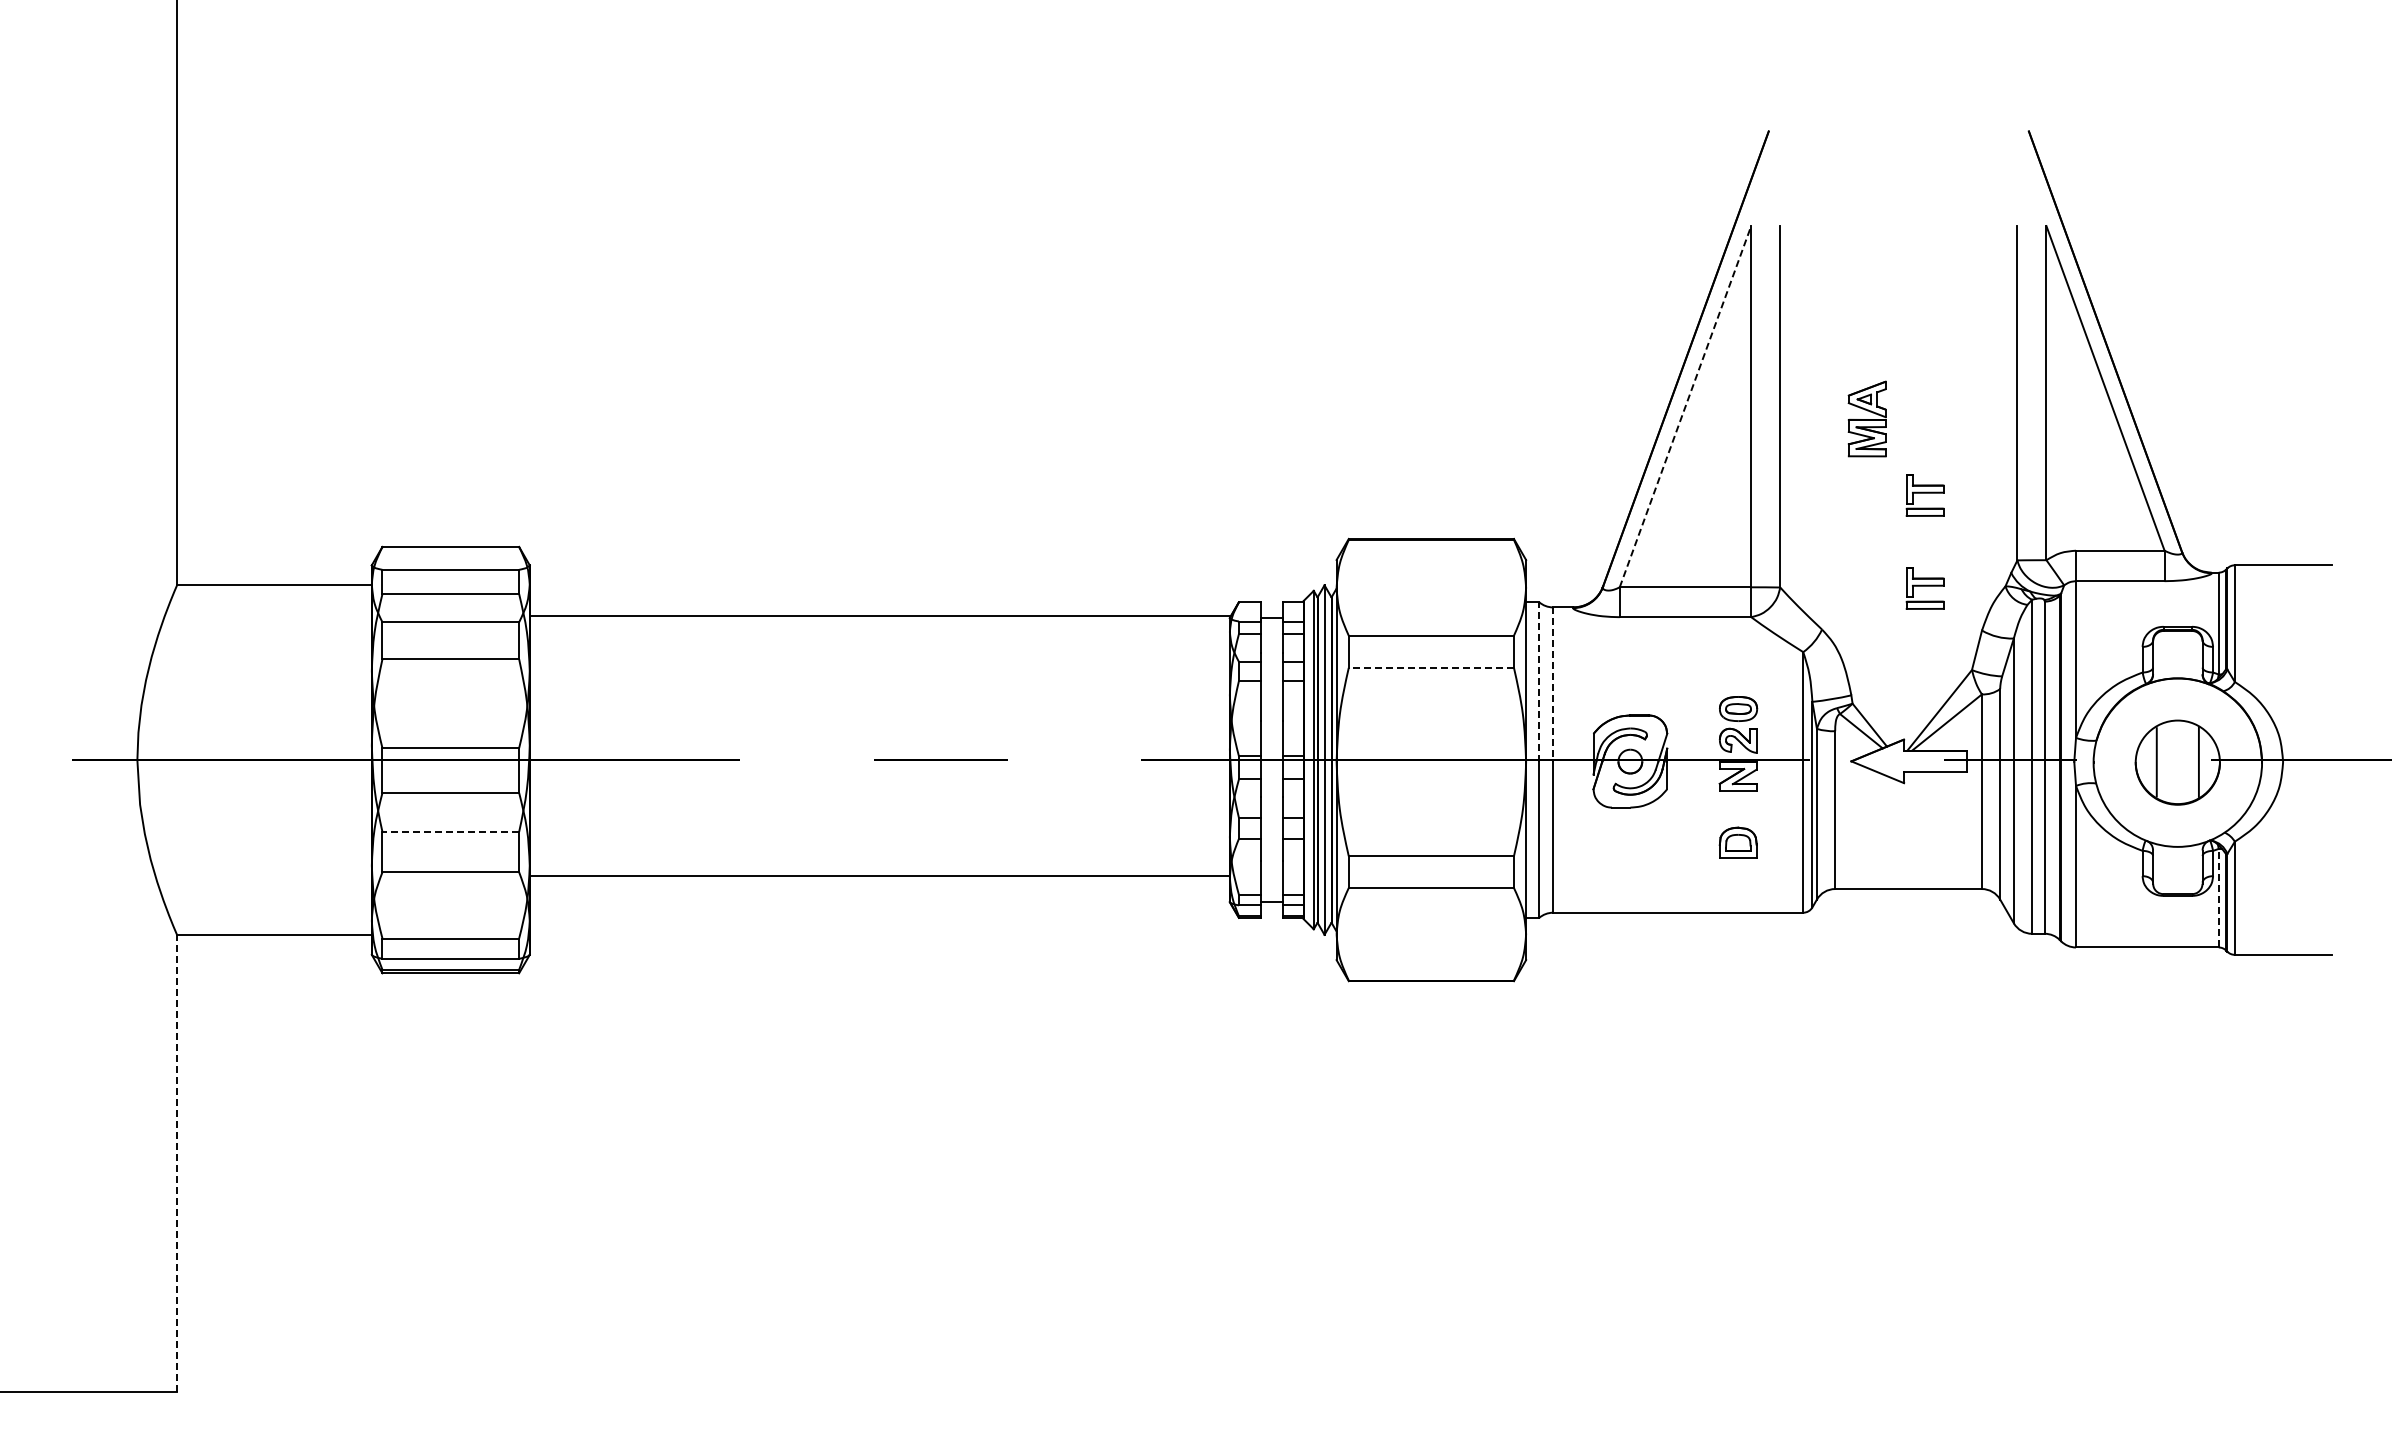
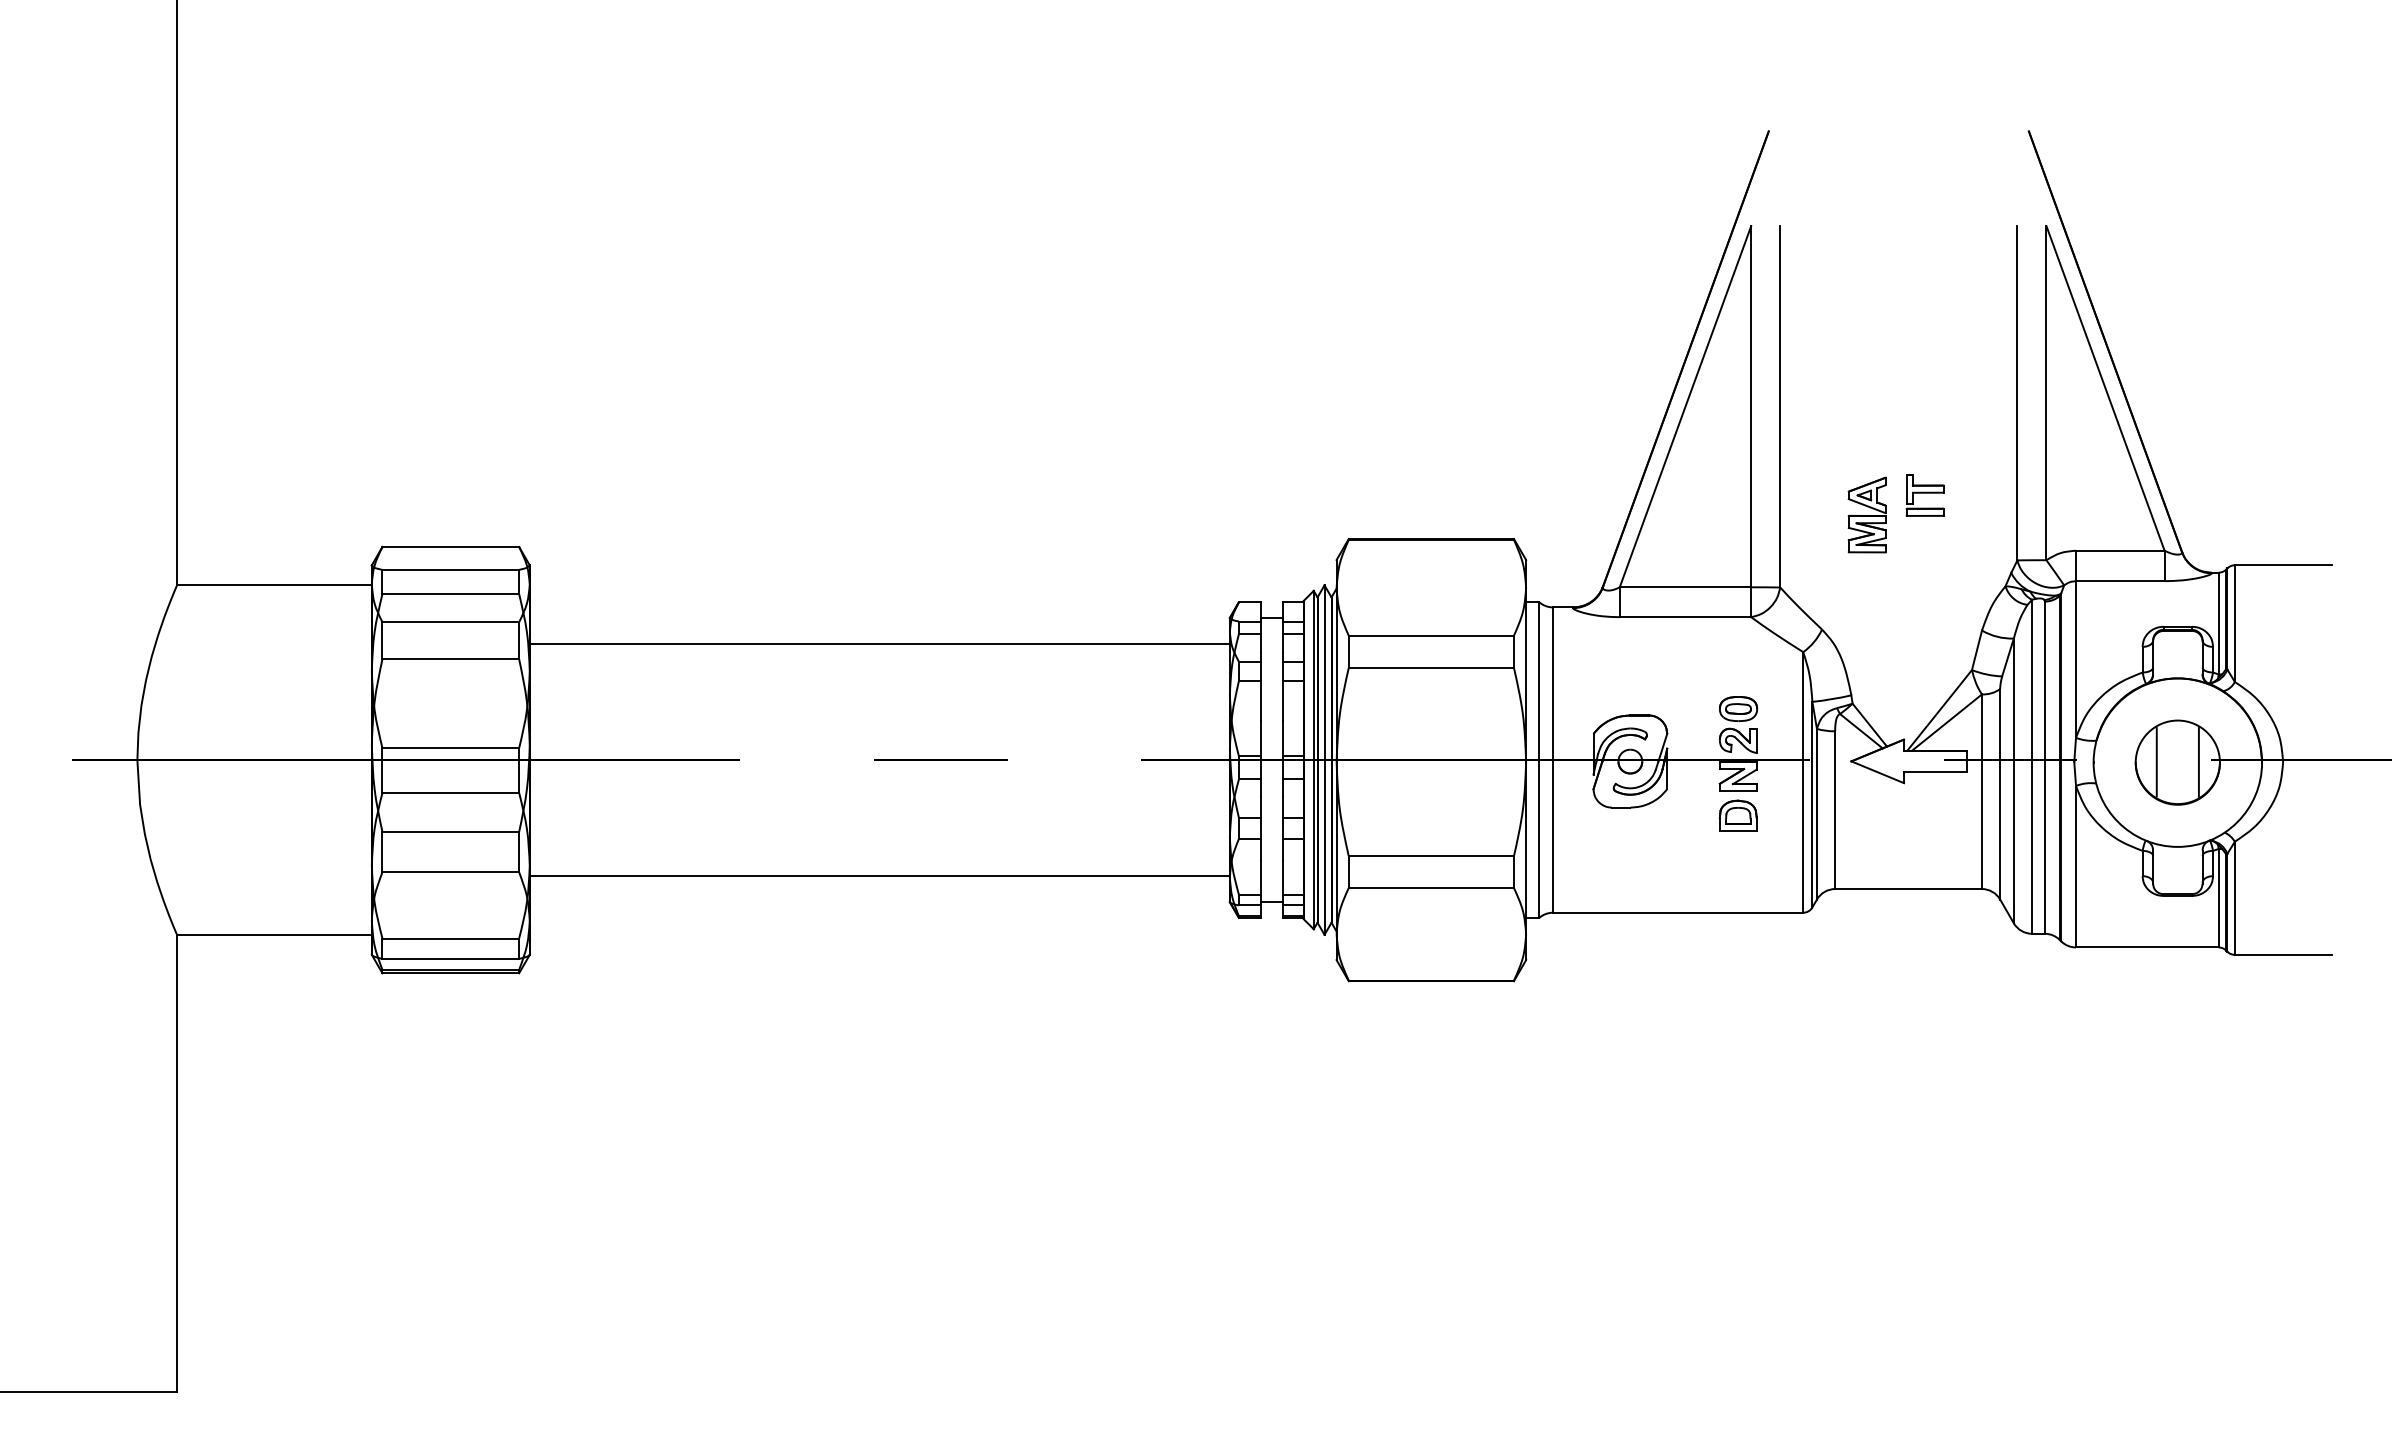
line at (1685, 406): dashed -> solid
part at (1866, 418) position: (1866, 418) -> (1866, 514)
part at (1924, 588): present -> none
line at (879, 616) position: (879, 616) -> (879, 644)
line at (1431, 667): dashed -> solid
line at (1539, 681): dashed -> solid
line at (1553, 685): dashed -> solid
line at (450, 832): dashed -> solid
part at (1737, 842) position: (1737, 842) -> (1737, 815)
line at (2218, 897): dashed -> solid
line at (177, 1162): dashed -> solid
